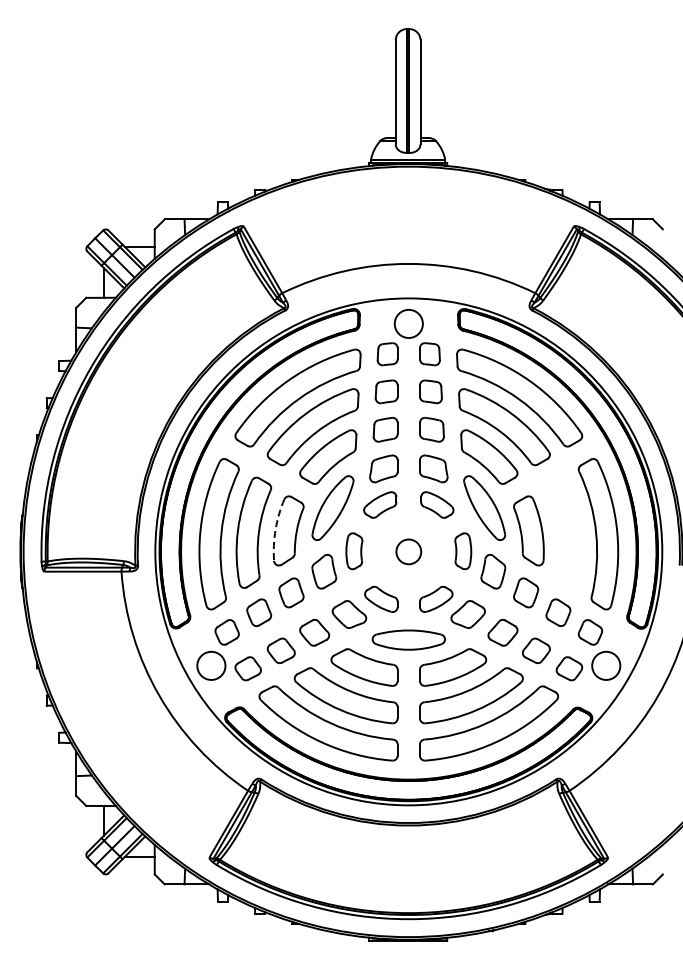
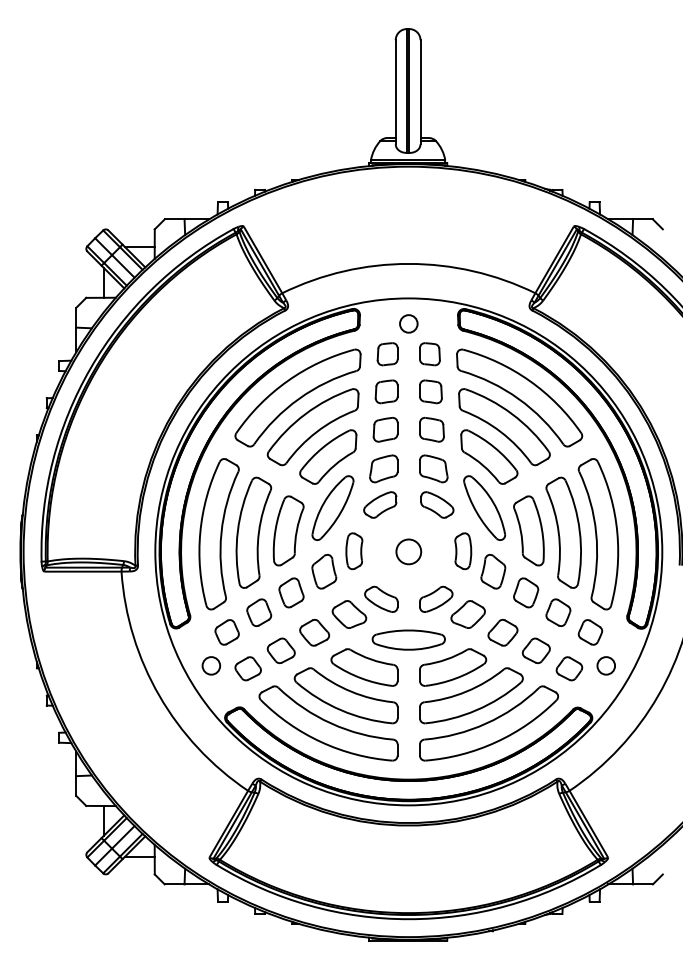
circle at (408, 323) diameter: 28 px -> 18 px
arc at (275, 529): dashed -> solid
part at (563, 532): none -> present
circle at (211, 665) diameter: 28 px -> 18 px
circle at (606, 665) diameter: 28 px -> 18 px
